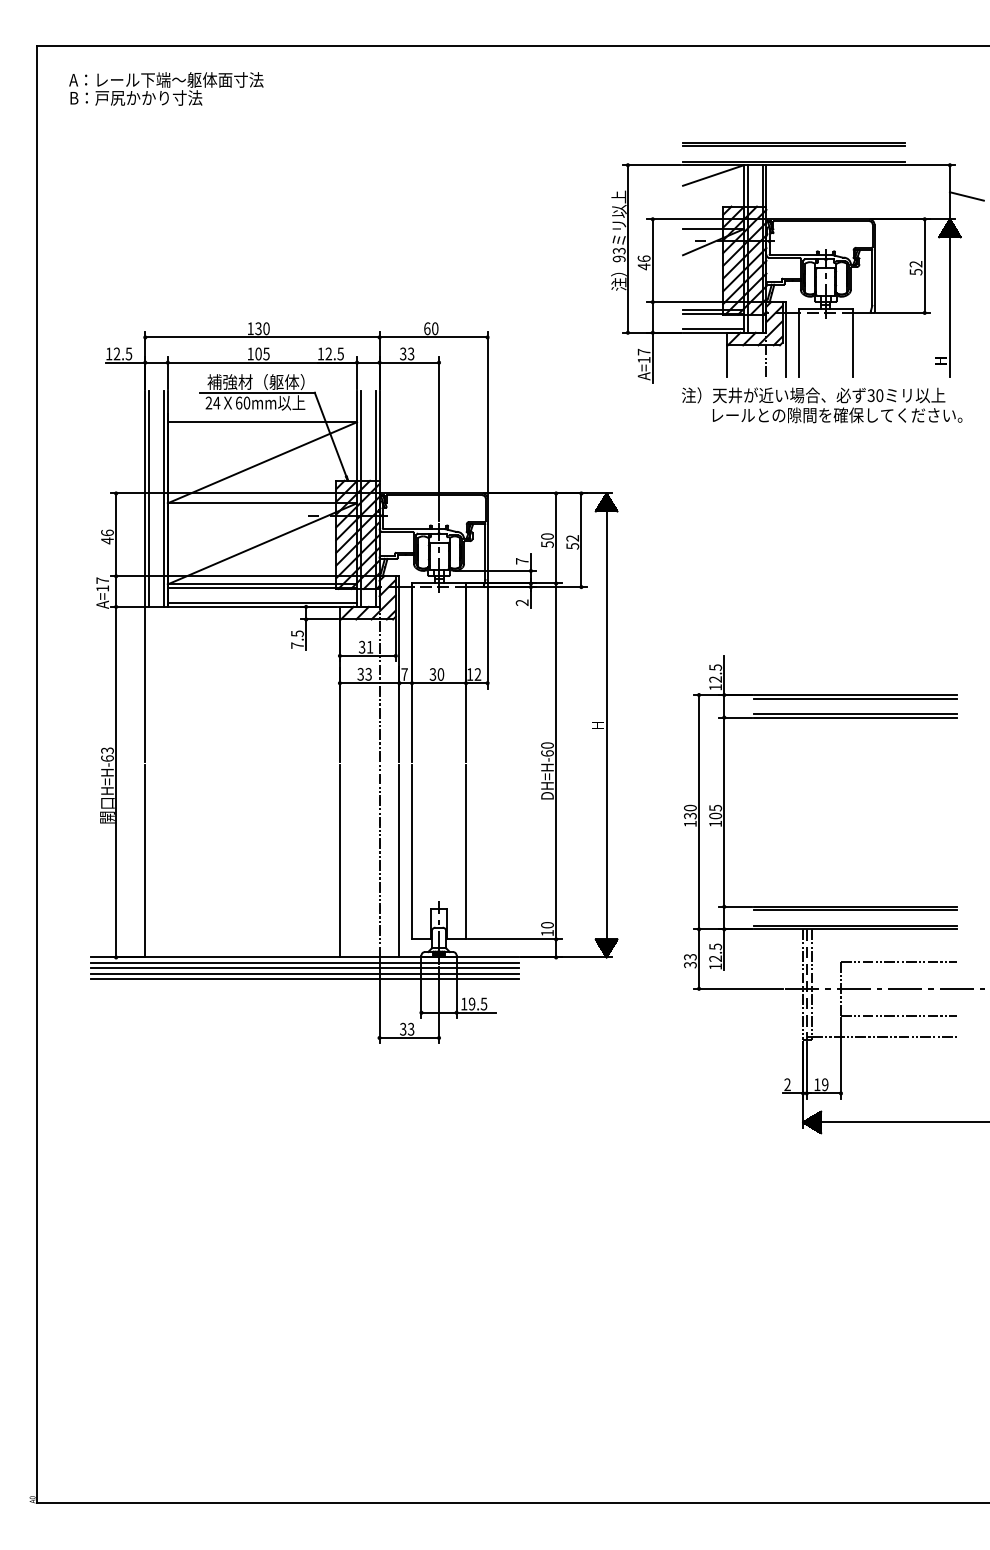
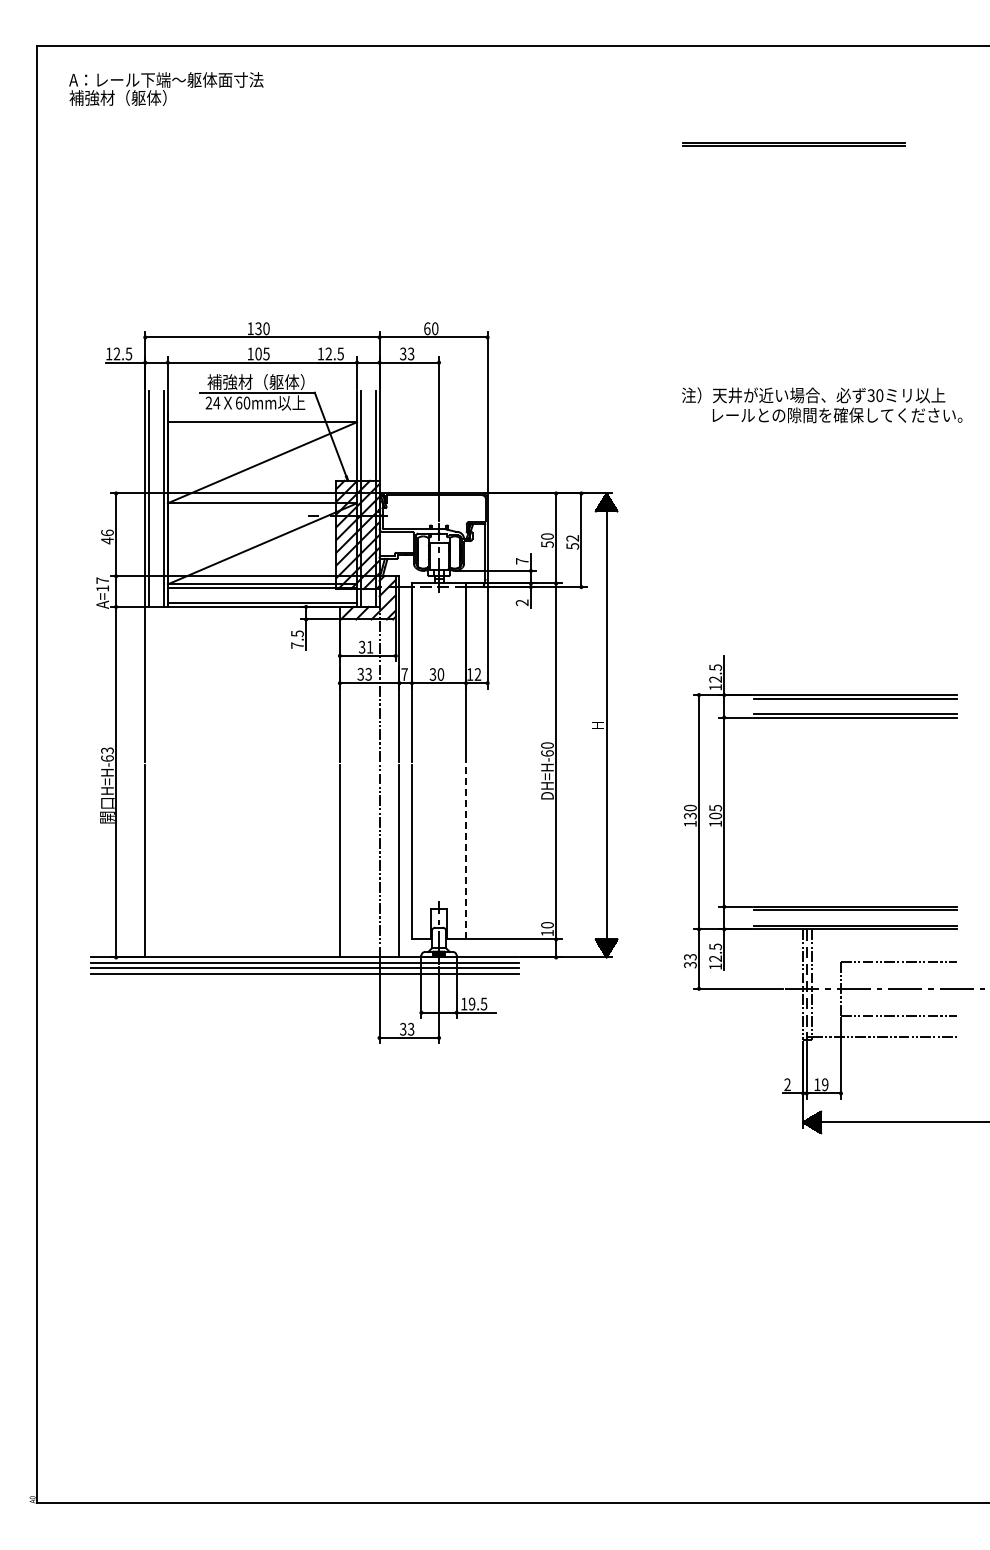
text at (135, 97): B：戸尻かかり寸法 -> 補強材（躯体）
part at (797, 272): present -> none
line at (466, 852): solid -> dashed
line at (305, 979): present -> none
